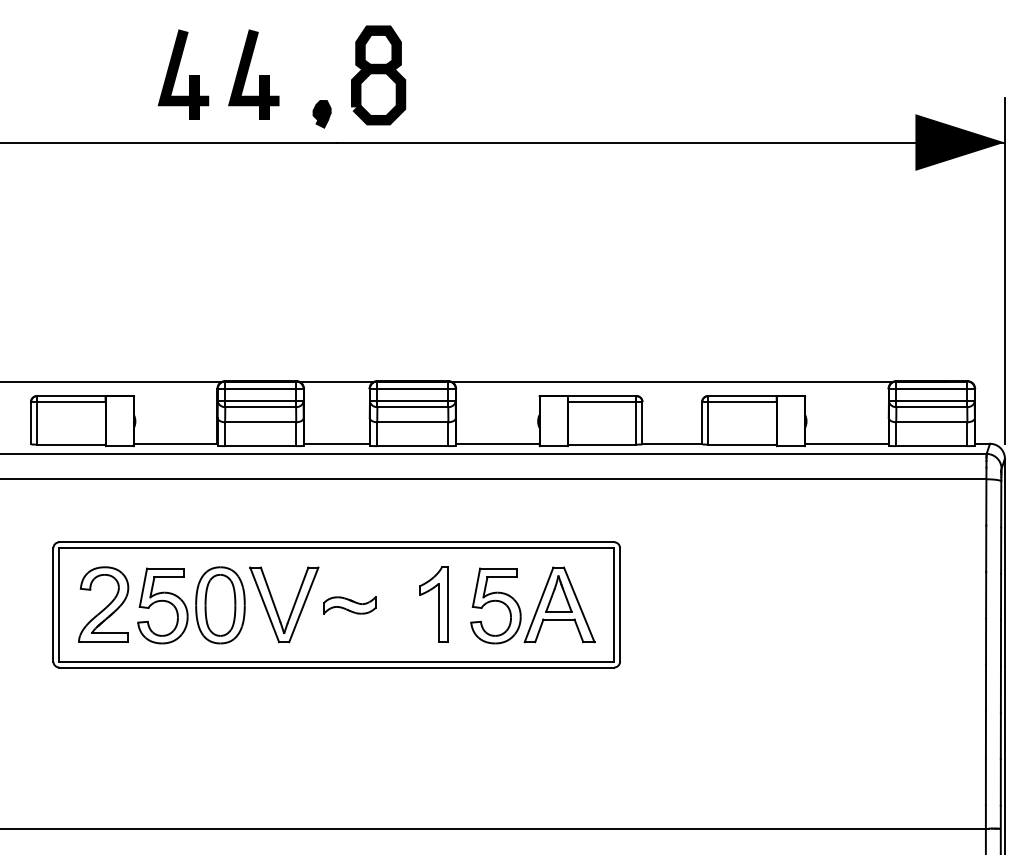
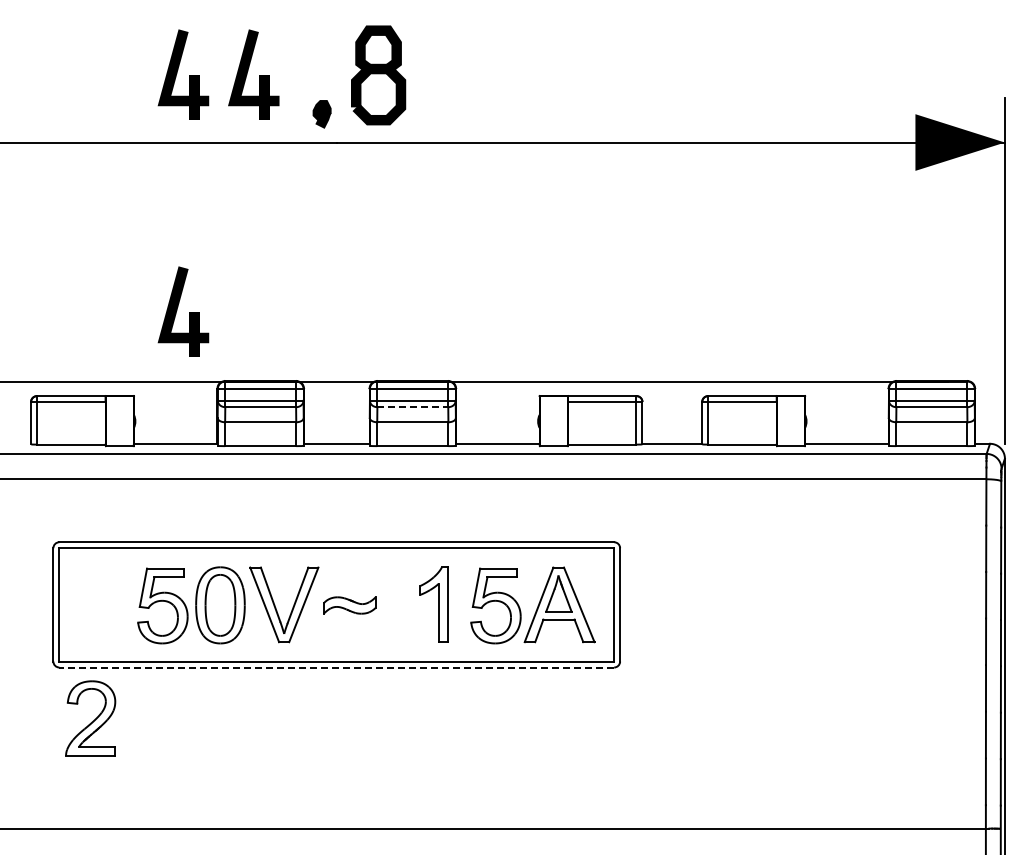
part at (177, 310): none -> present
line at (413, 407): solid -> dashed
part at (103, 604) position: (103, 604) -> (90, 718)
line at (336, 667): solid -> dashed
